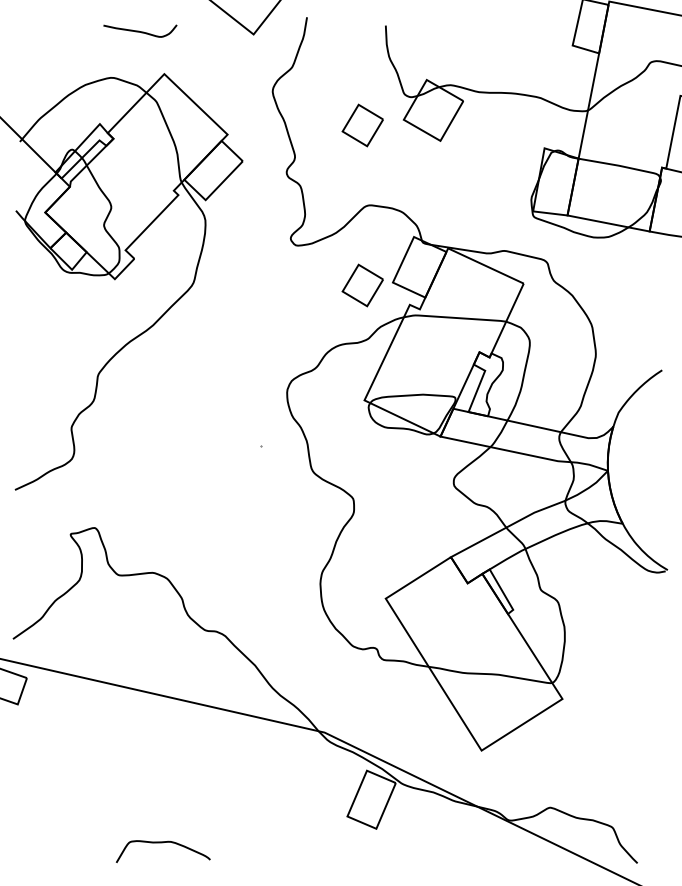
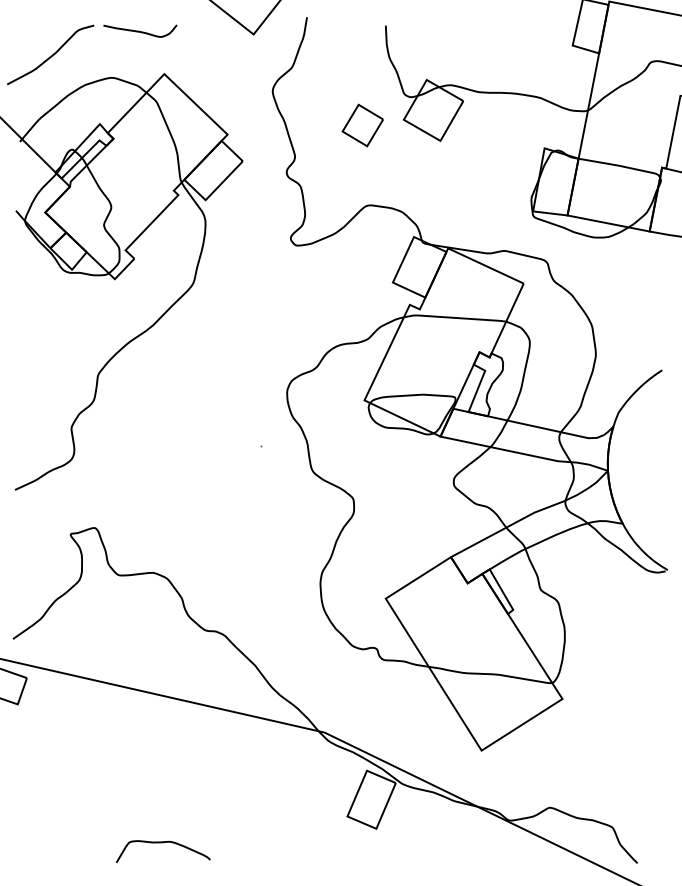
curve at (51, 55): none -> present
part at (362, 285): present -> none
